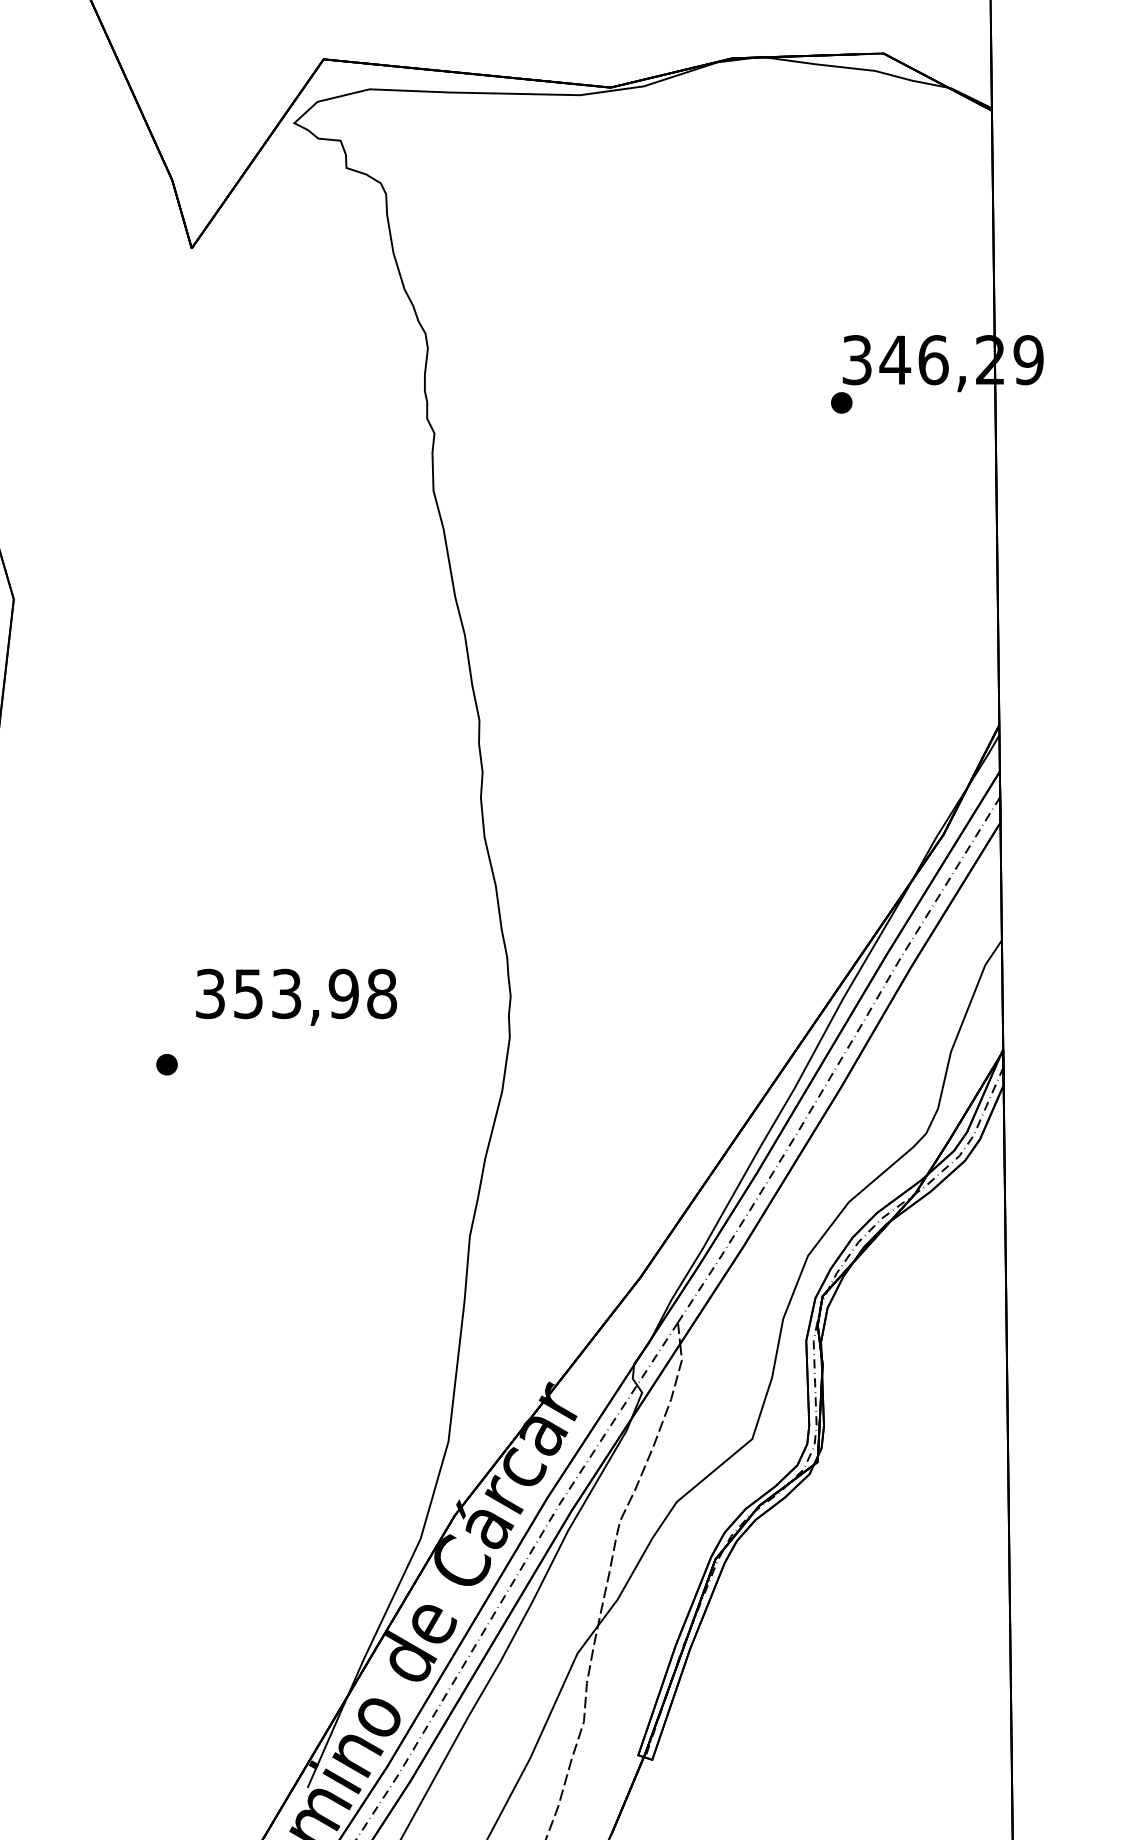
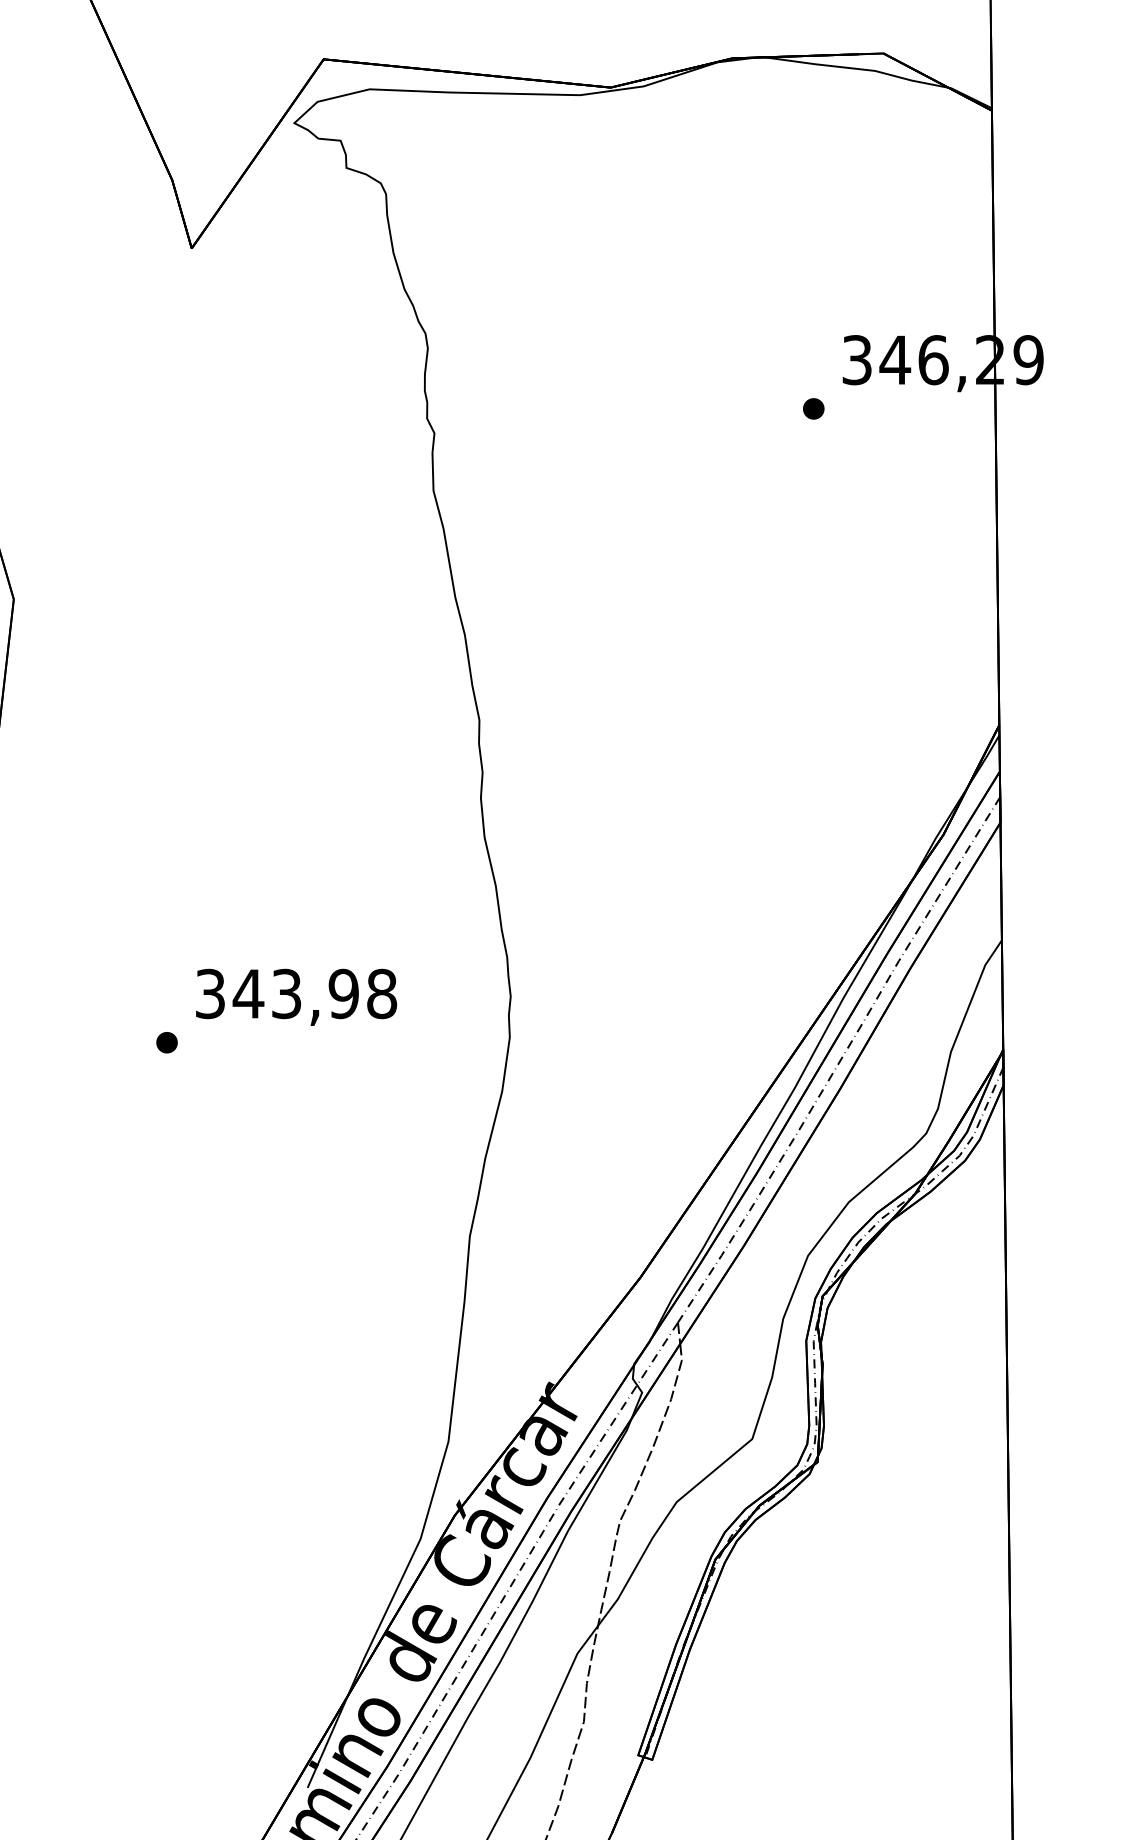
part at (841, 402) position: (841, 402) -> (813, 408)
text at (248, 994): 353,98 -> 343,98
part at (166, 1064) position: (166, 1064) -> (166, 1042)
